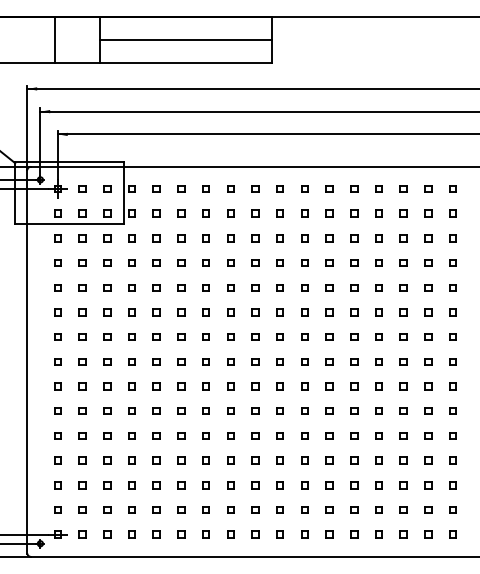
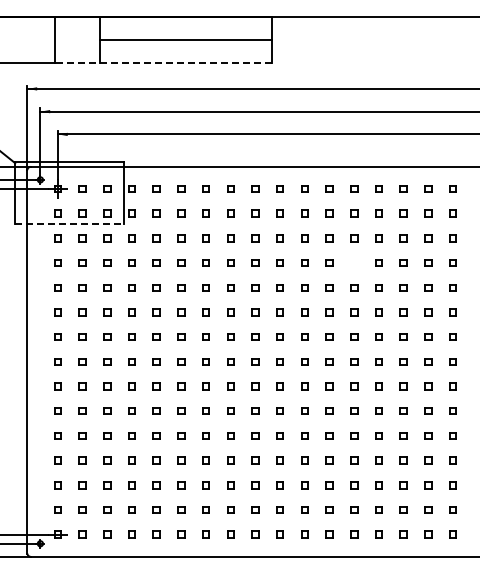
line at (163, 62): solid -> dashed
line at (70, 224): solid -> dashed
part at (354, 262): present -> none
